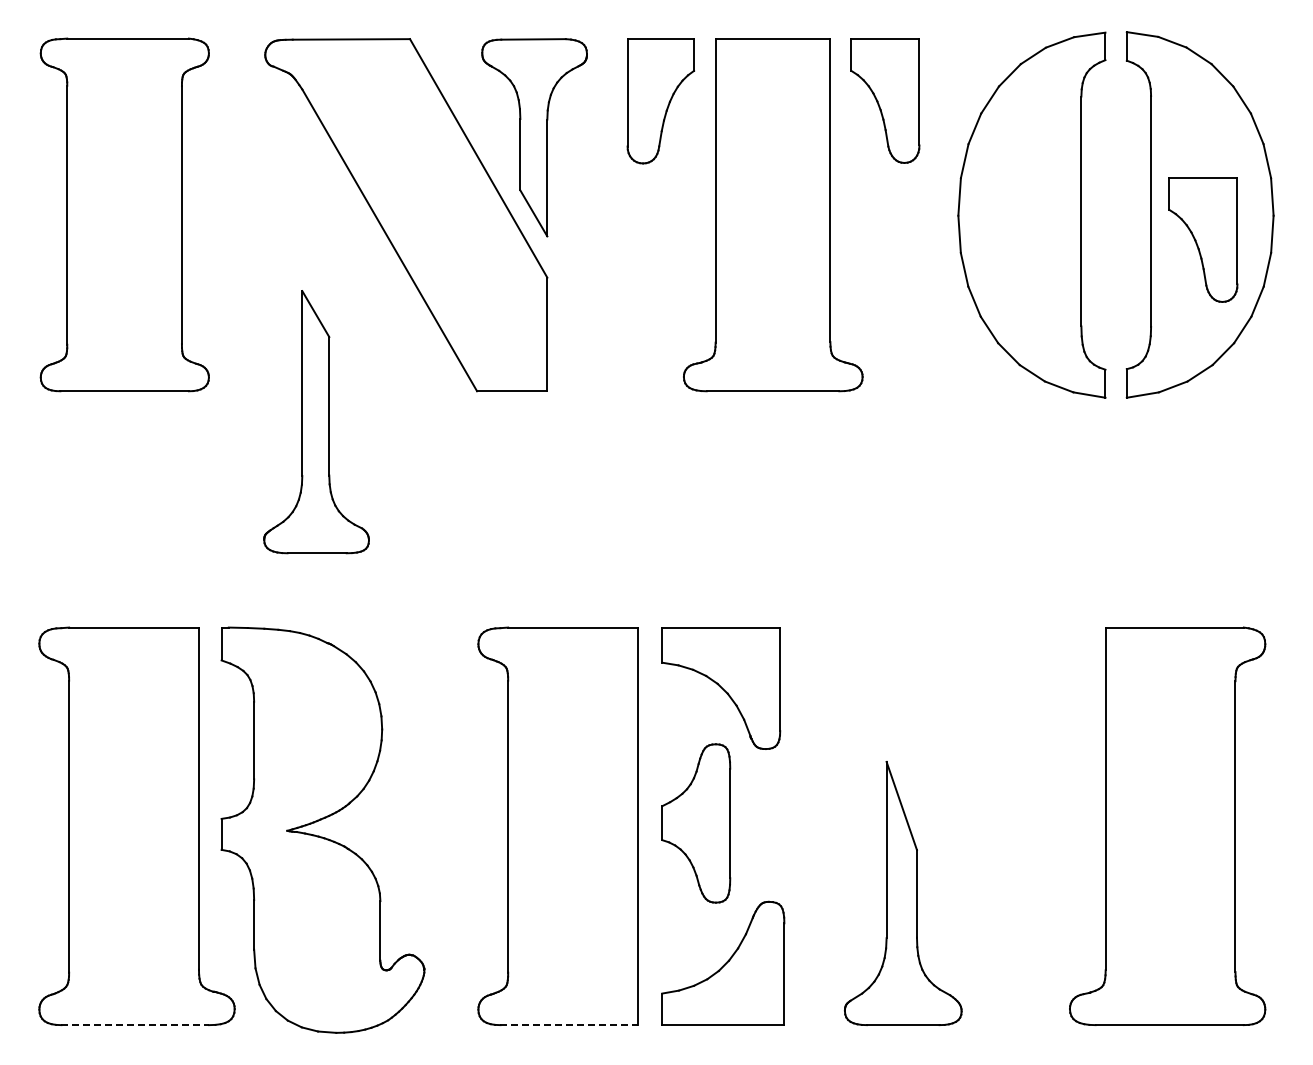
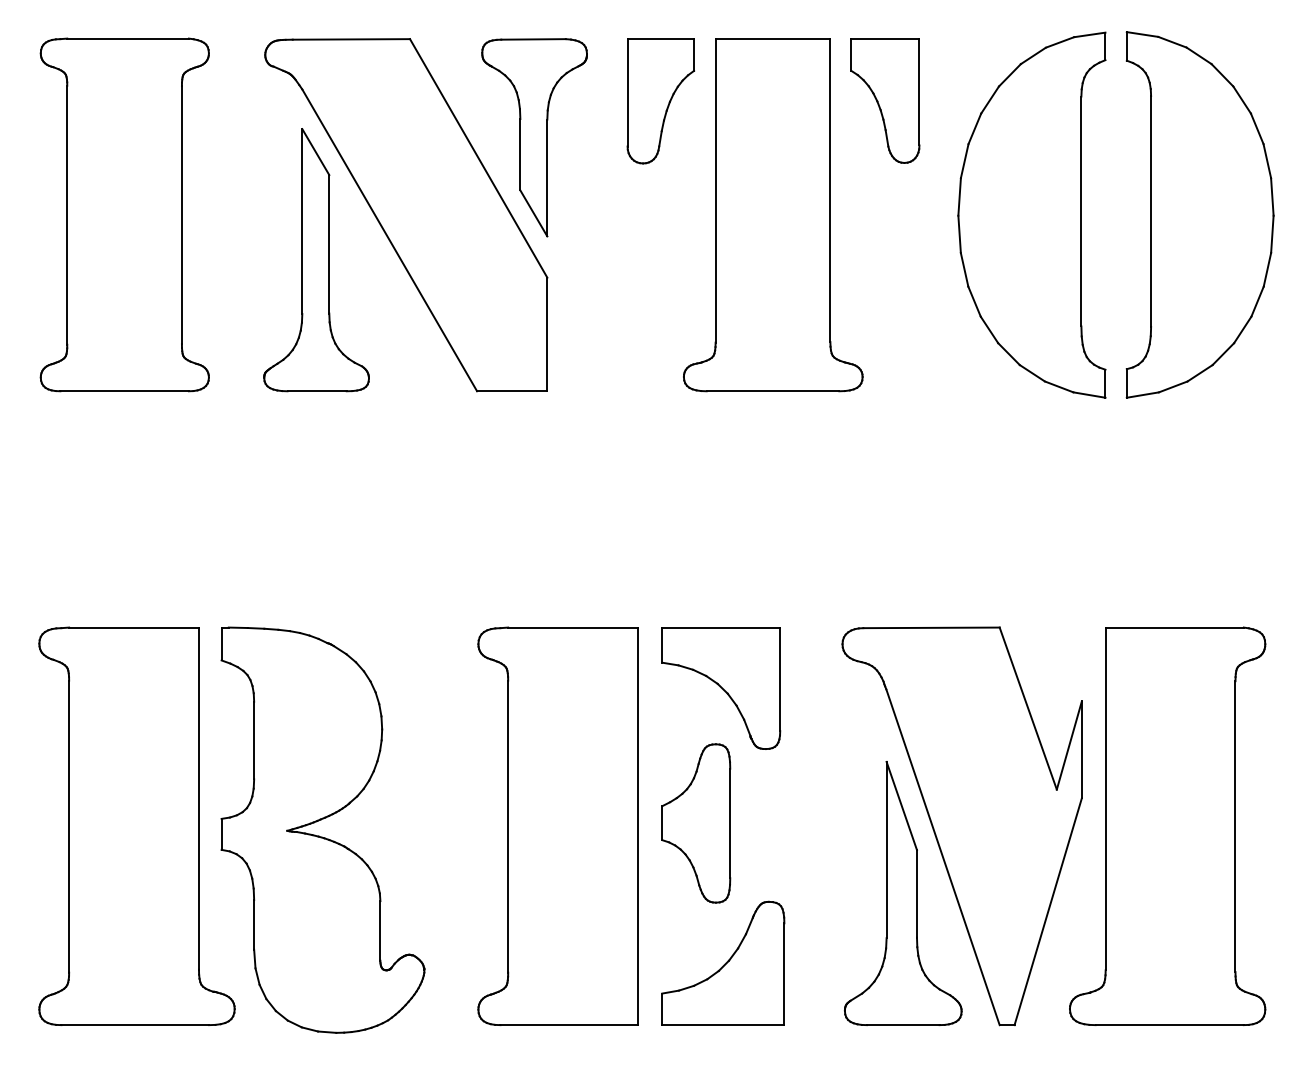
part at (1203, 239): present -> none
part at (316, 422) position: (316, 422) -> (316, 260)
part at (961, 826): none -> present
line at (135, 1025): dashed -> solid
line at (569, 1025): dashed -> solid
